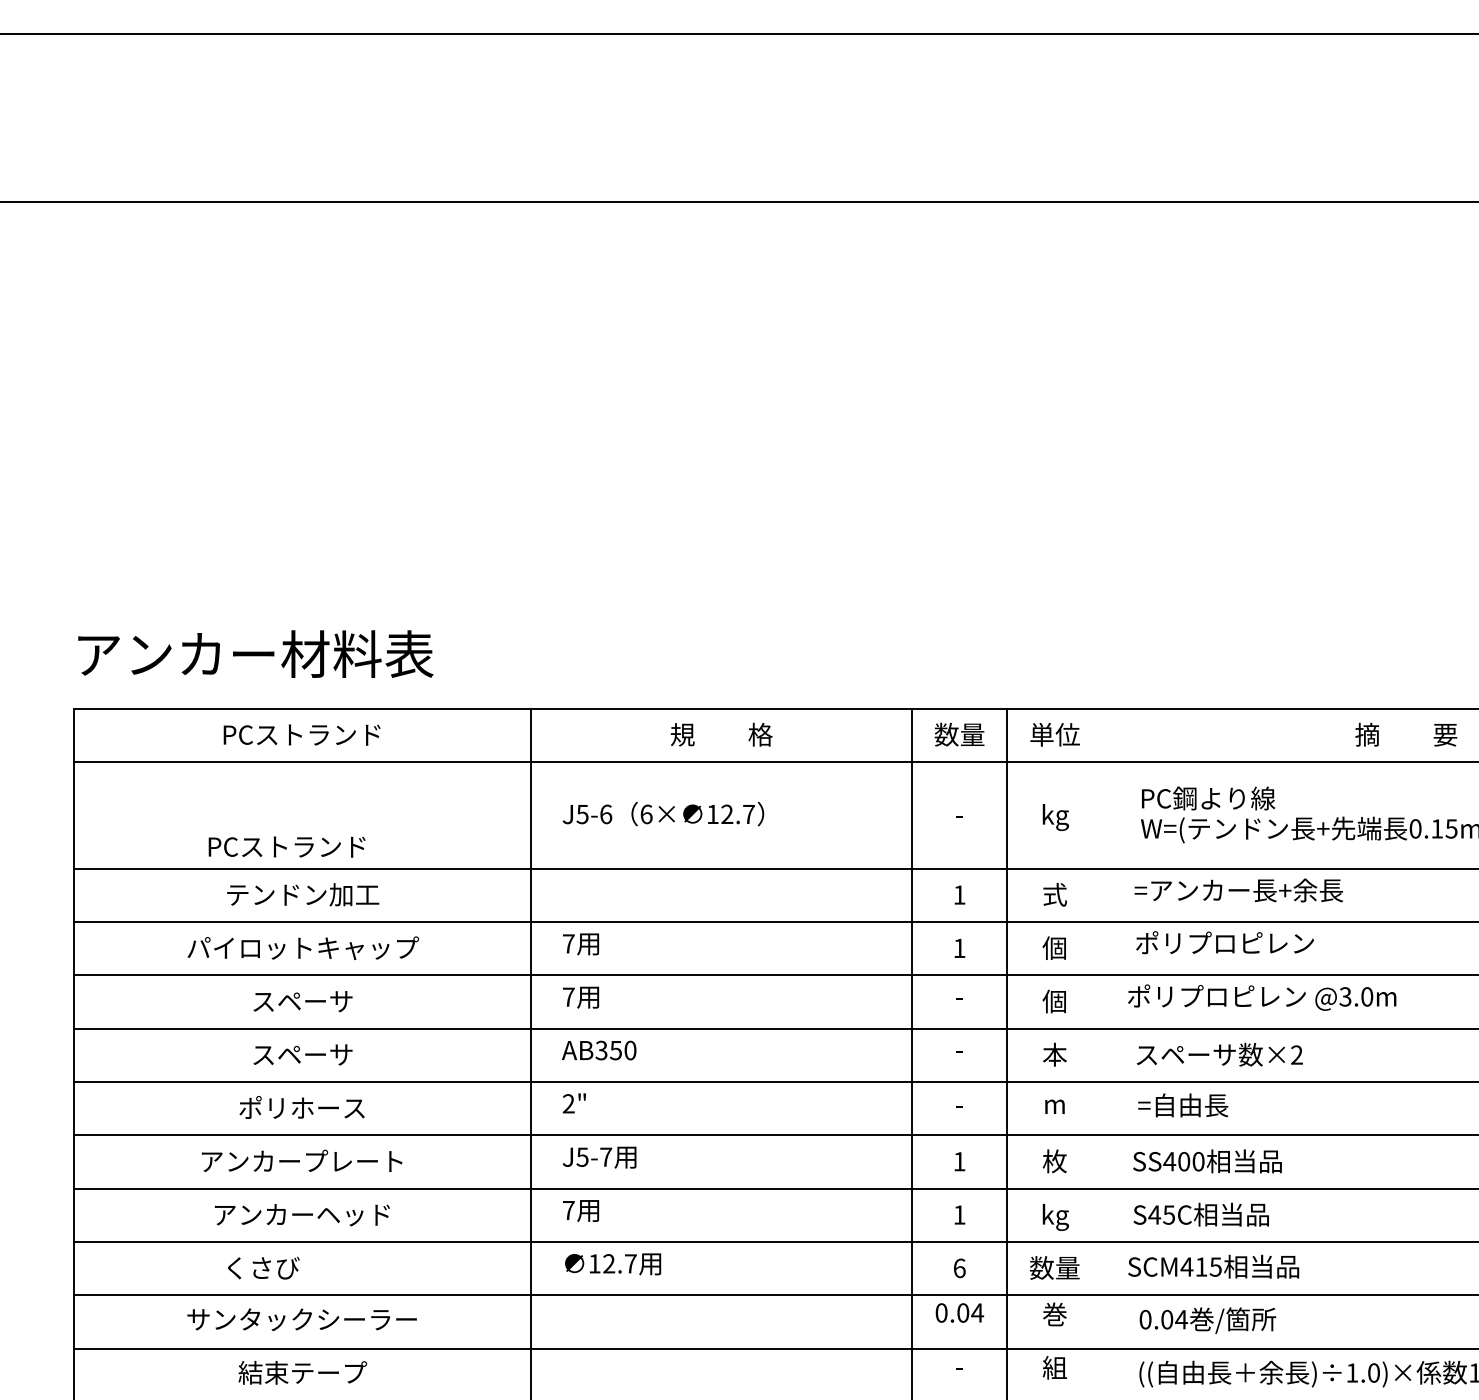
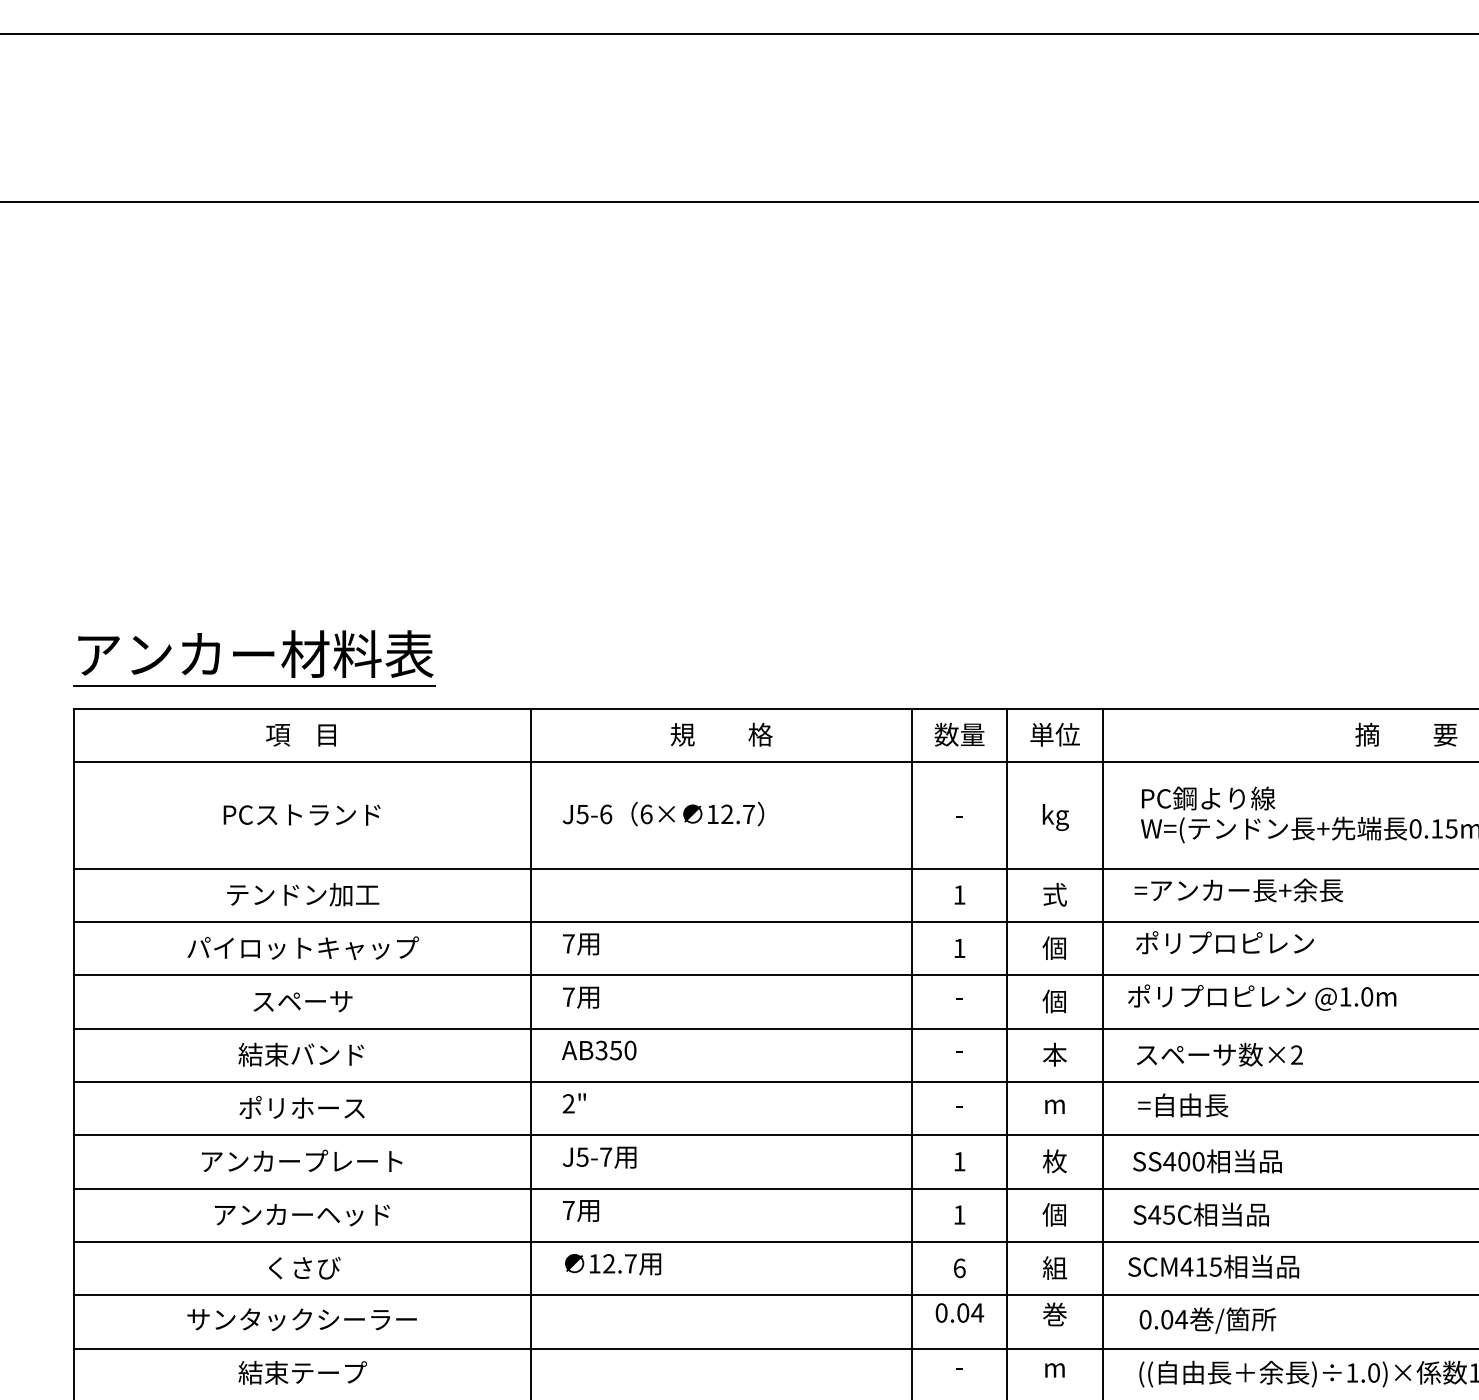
line at (254, 685): none -> present
text at (301, 735): PCストランド -> 項    目
text at (286, 846) position: (286, 846) -> (301, 814)
text at (1345, 996): @3.0m -> @1.0m
line at (1102, 1052): none -> present
text at (300, 1054): スペーサ -> 結束バンド
text at (1055, 1216): kg -> 個
text at (263, 1267) position: (263, 1267) -> (304, 1267)
text at (1054, 1267): 数量 -> 組
text at (1054, 1367): 組 -> m
